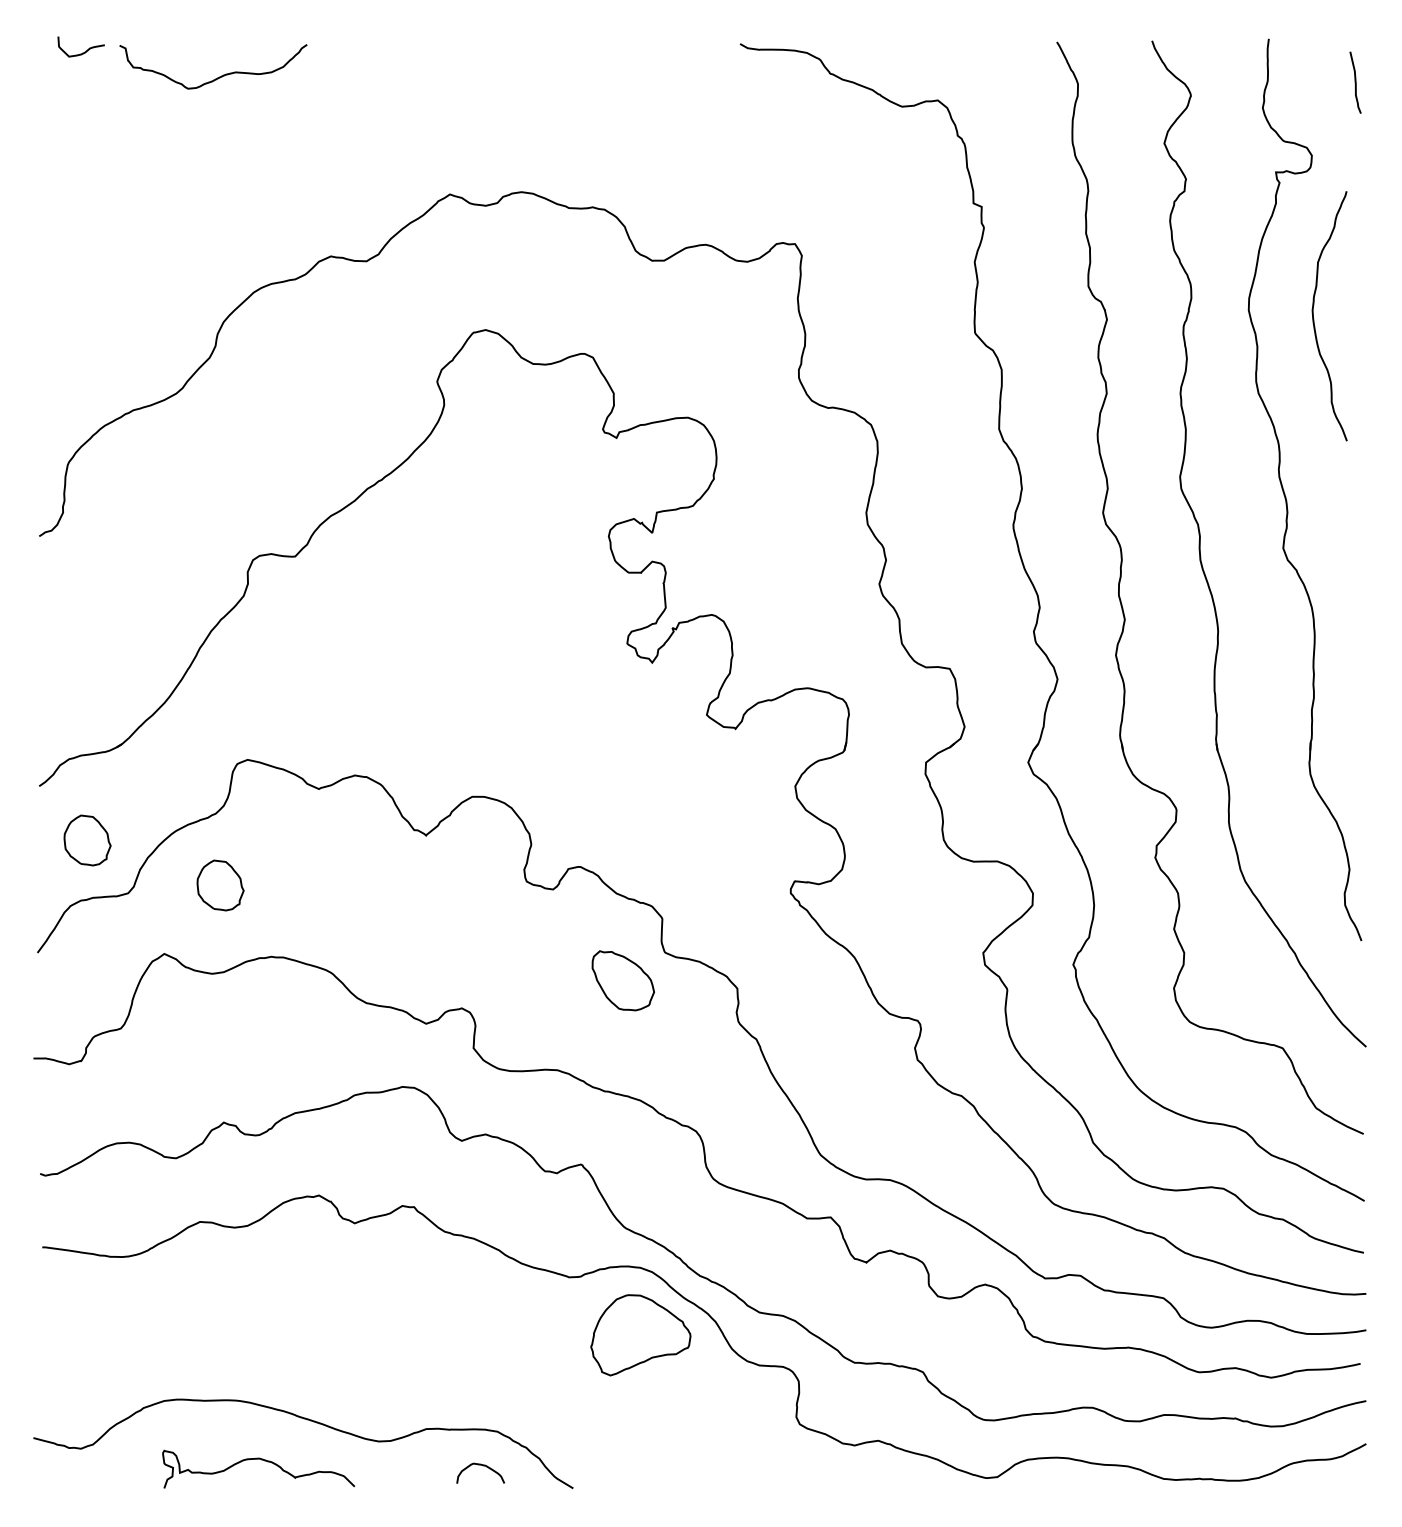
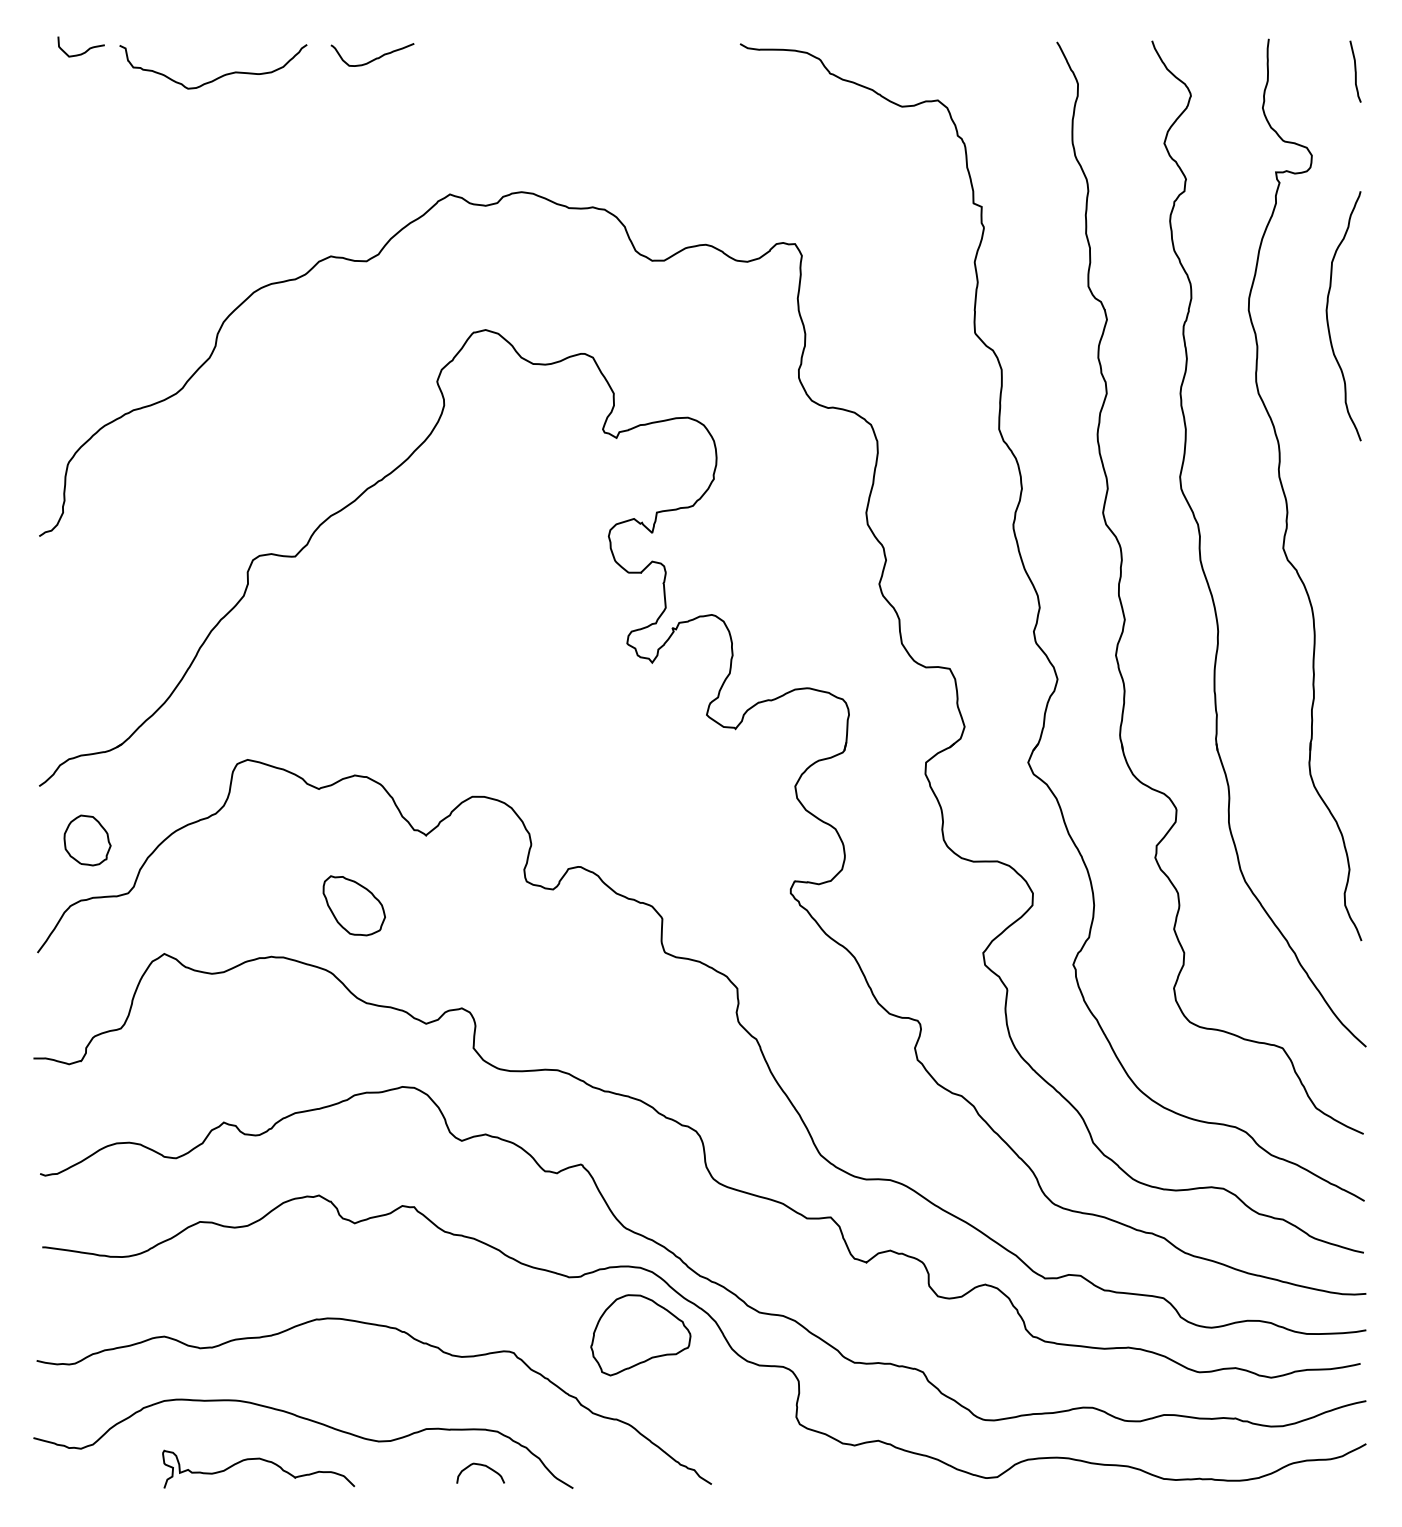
curve at (374, 58): none -> present
curve at (1355, 82) position: (1355, 82) -> (1355, 71)
curve at (1314, 319) position: (1314, 319) -> (1328, 319)
part at (220, 885): present -> none
part at (622, 980) position: (622, 980) -> (353, 905)
curve at (413, 1339): none -> present
